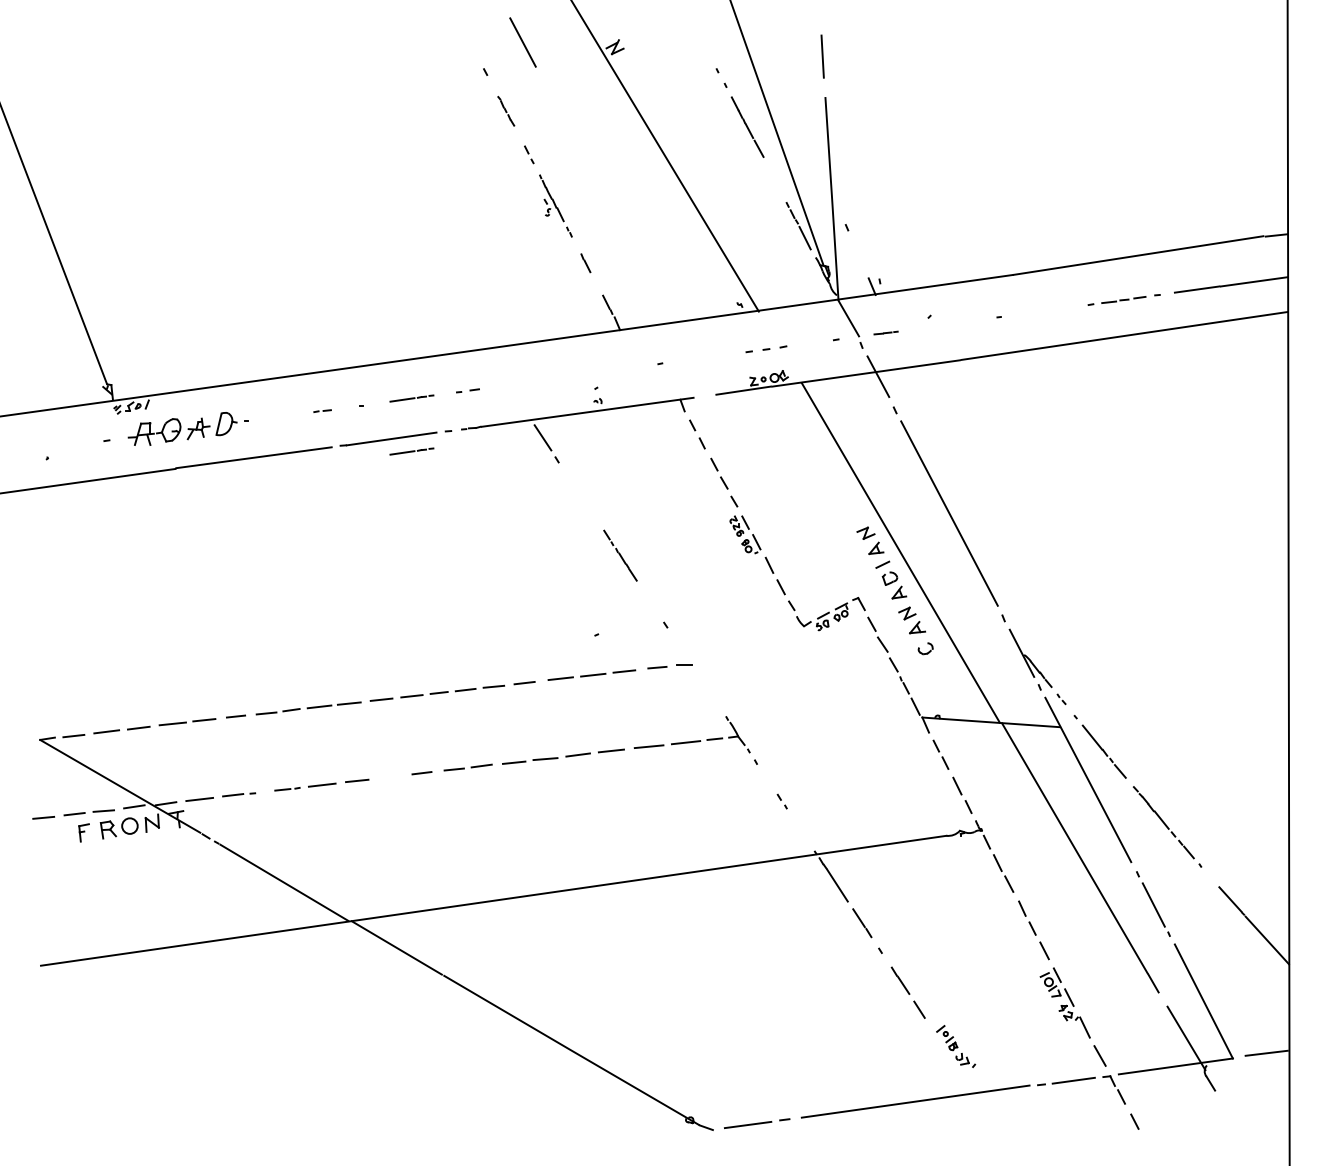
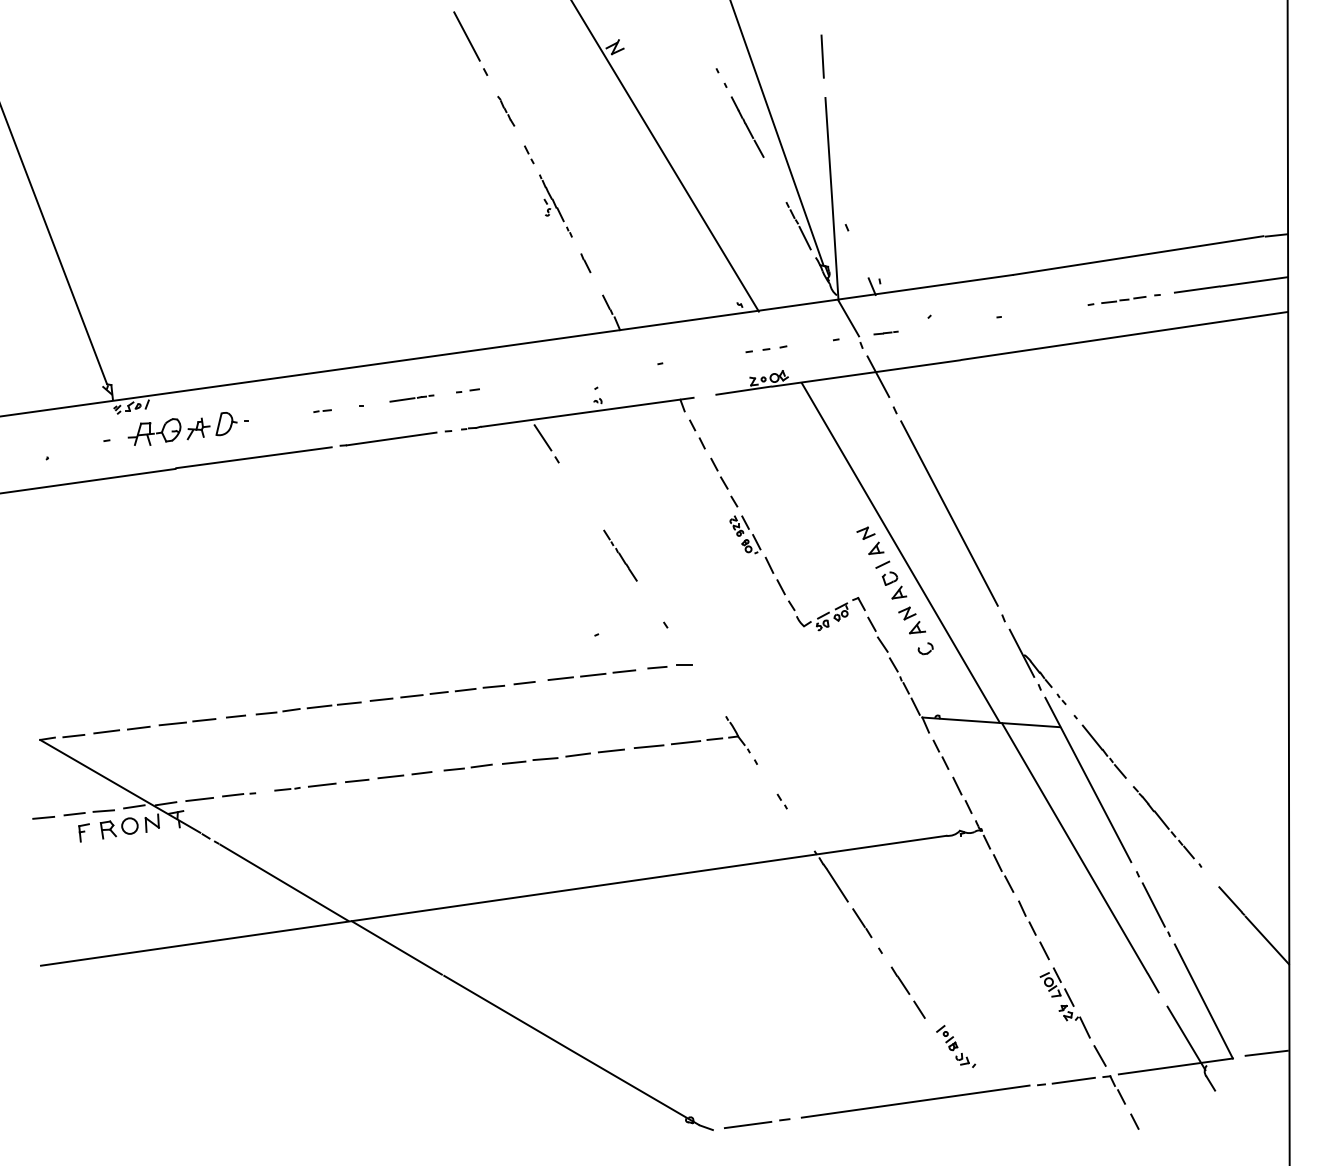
line at (522, 42) position: (522, 42) -> (466, 36)
line at (411, 451): present -> none
line at (390, 776): none -> present
